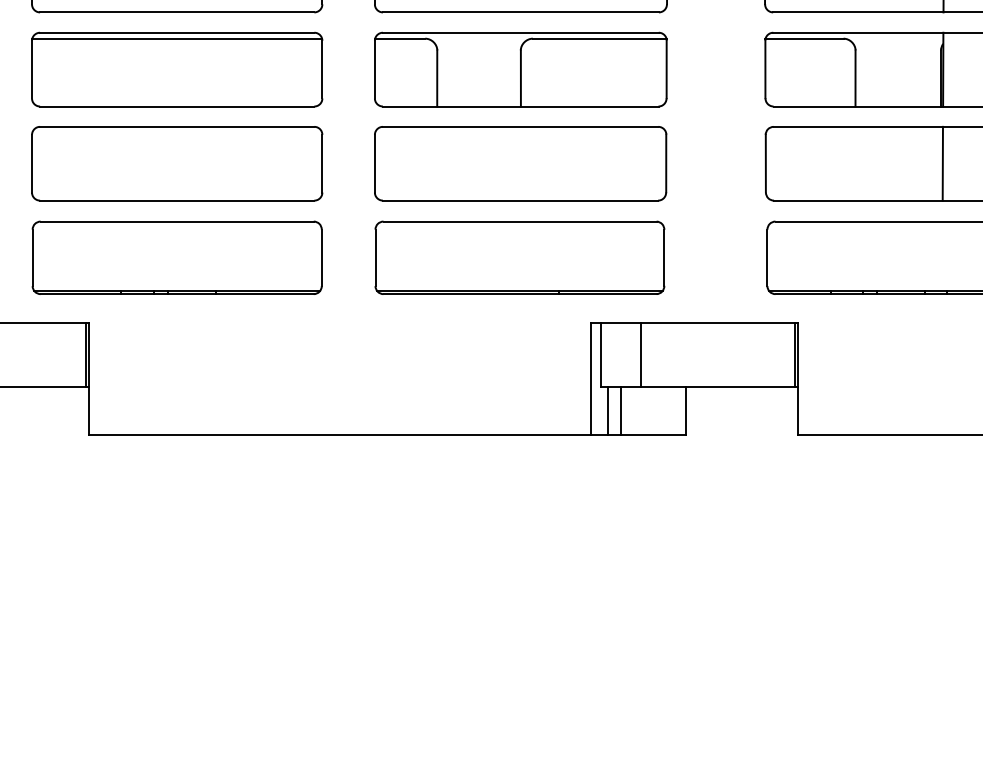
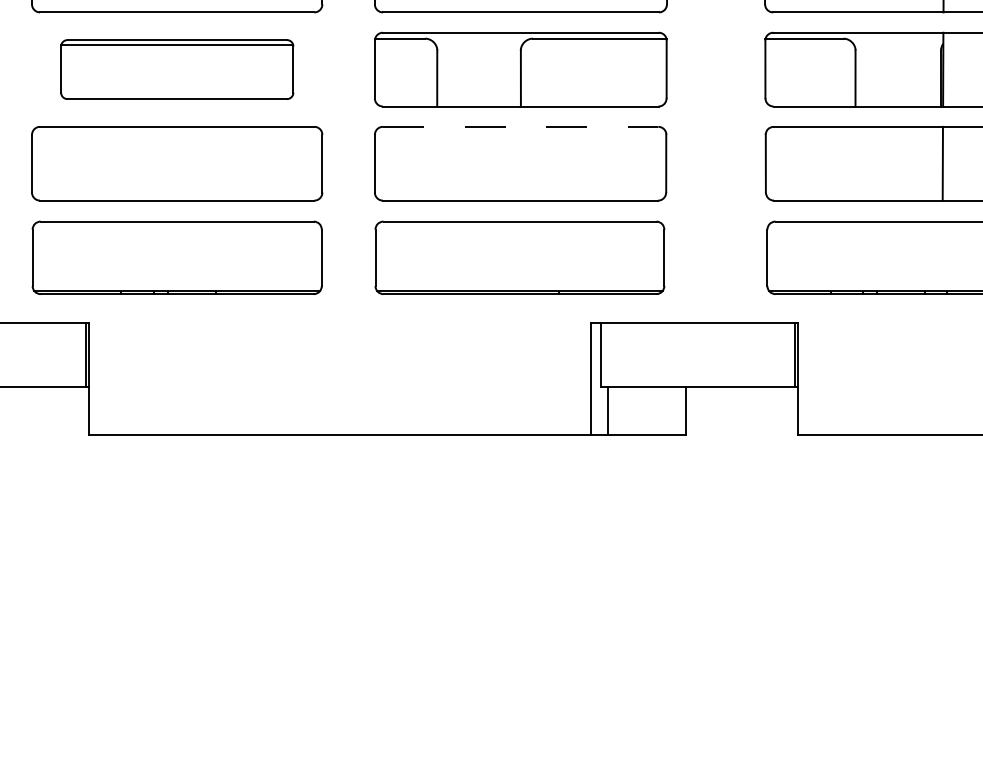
part at (177, 69) size: 293x77 px -> 235x61 px
line at (520, 126): solid -> dashed
line at (640, 354): present -> none
line at (621, 411): present -> none
